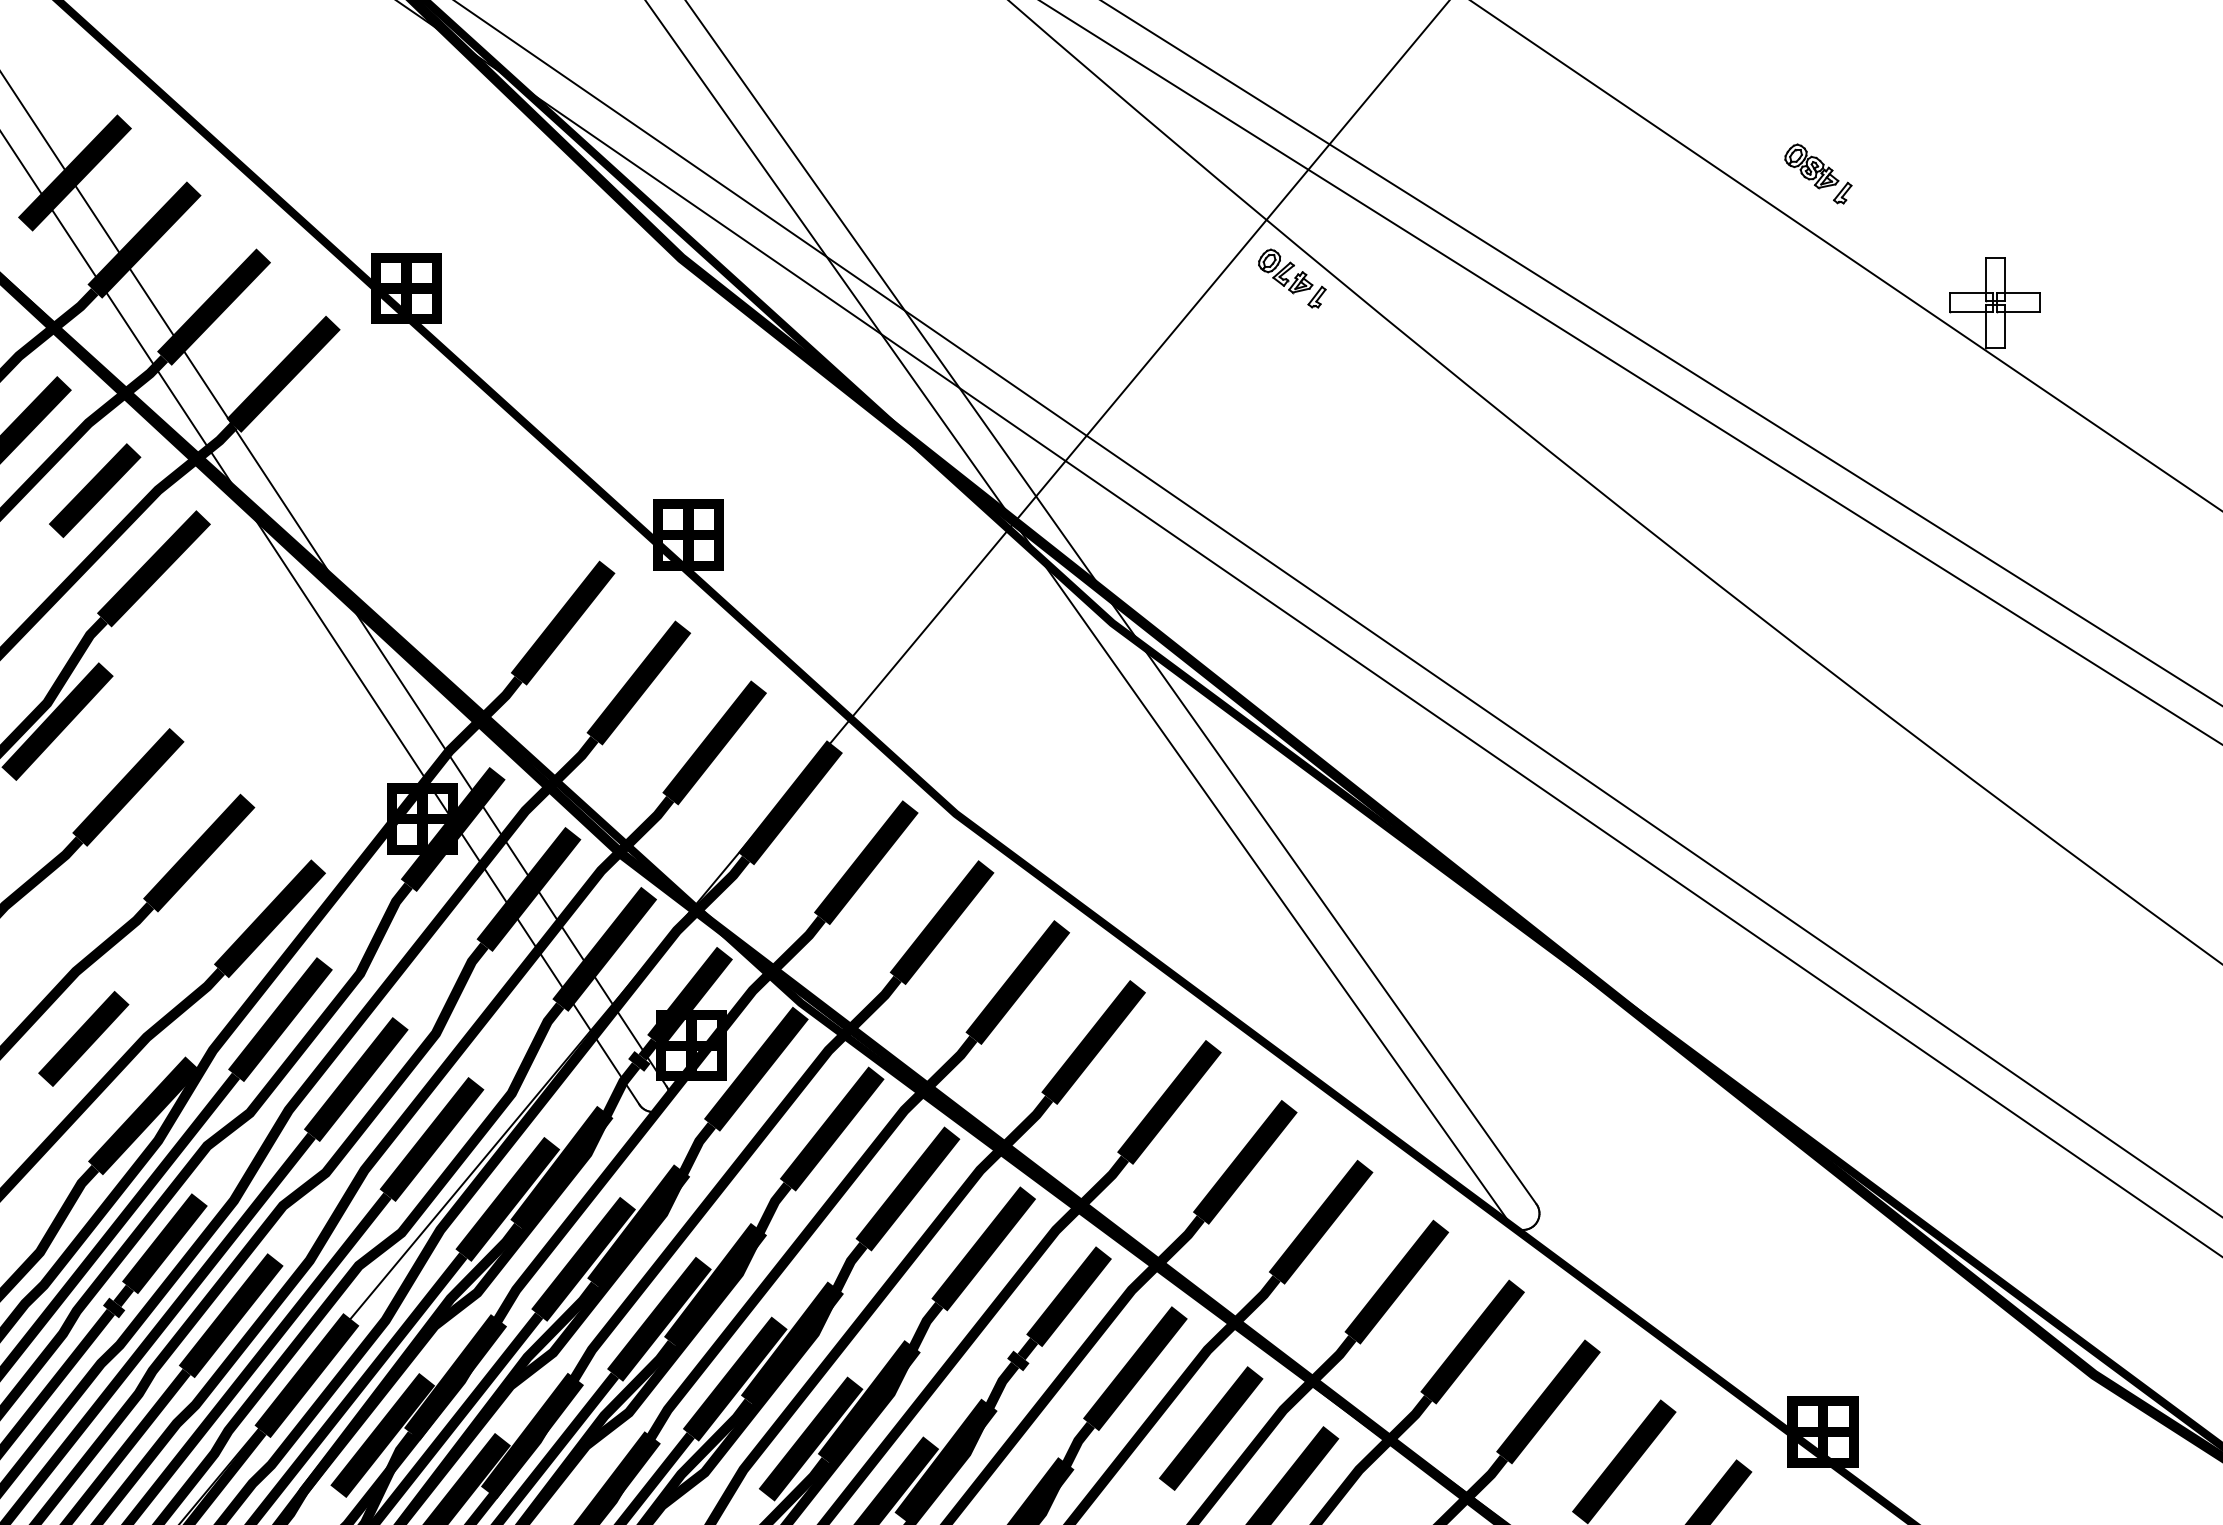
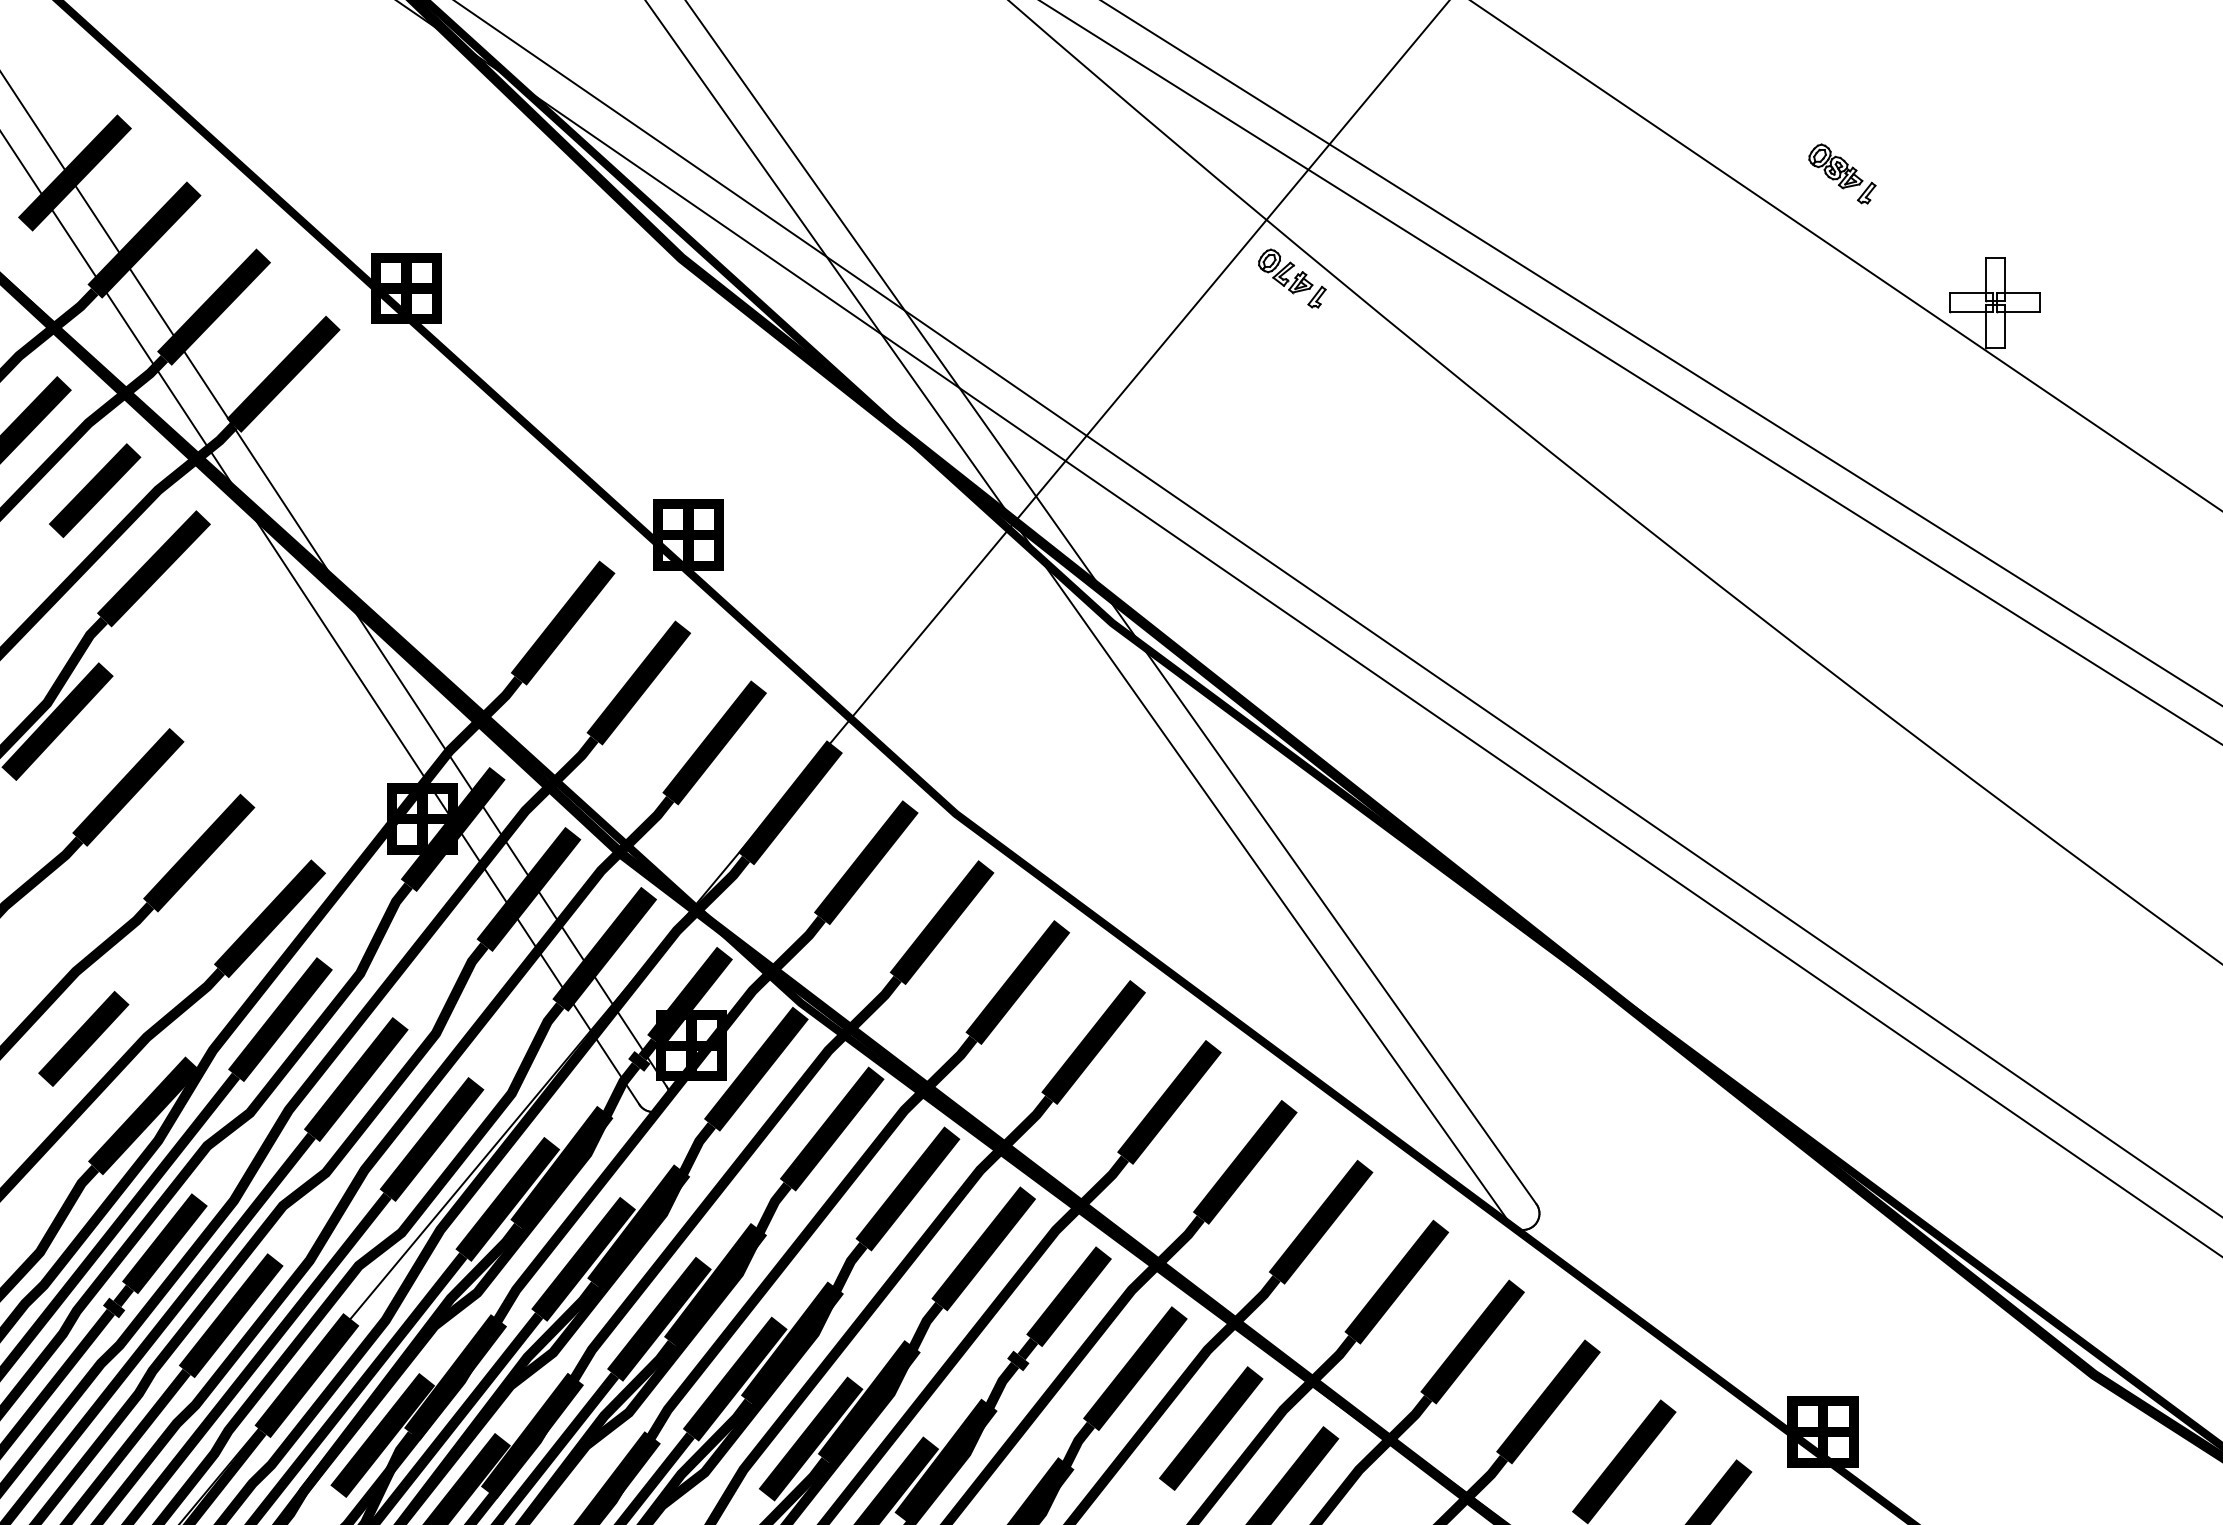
part at (1818, 173) position: (1818, 173) -> (1842, 173)
